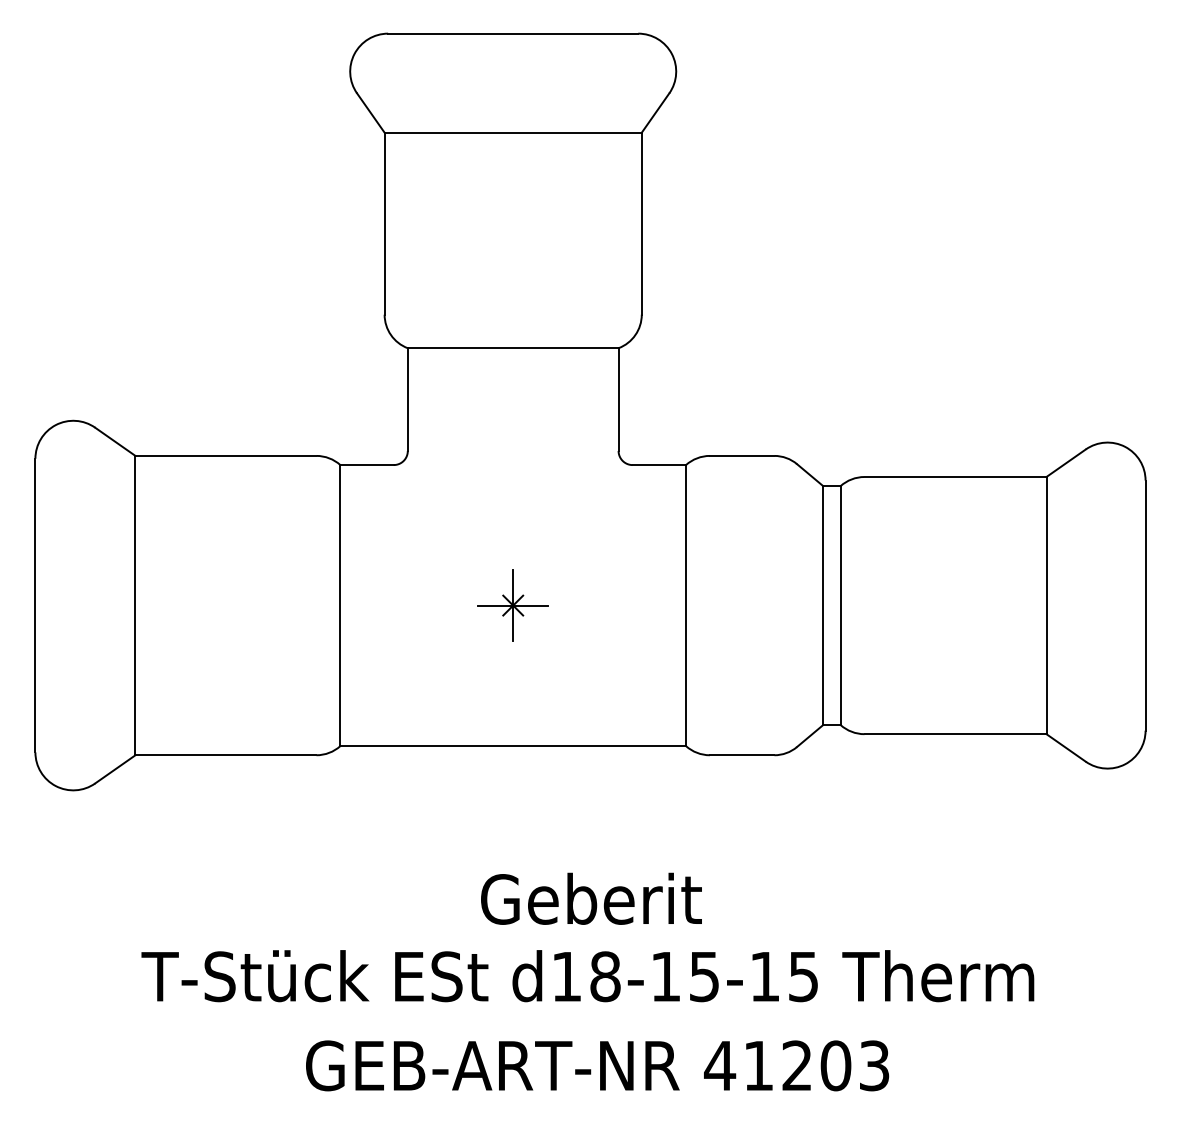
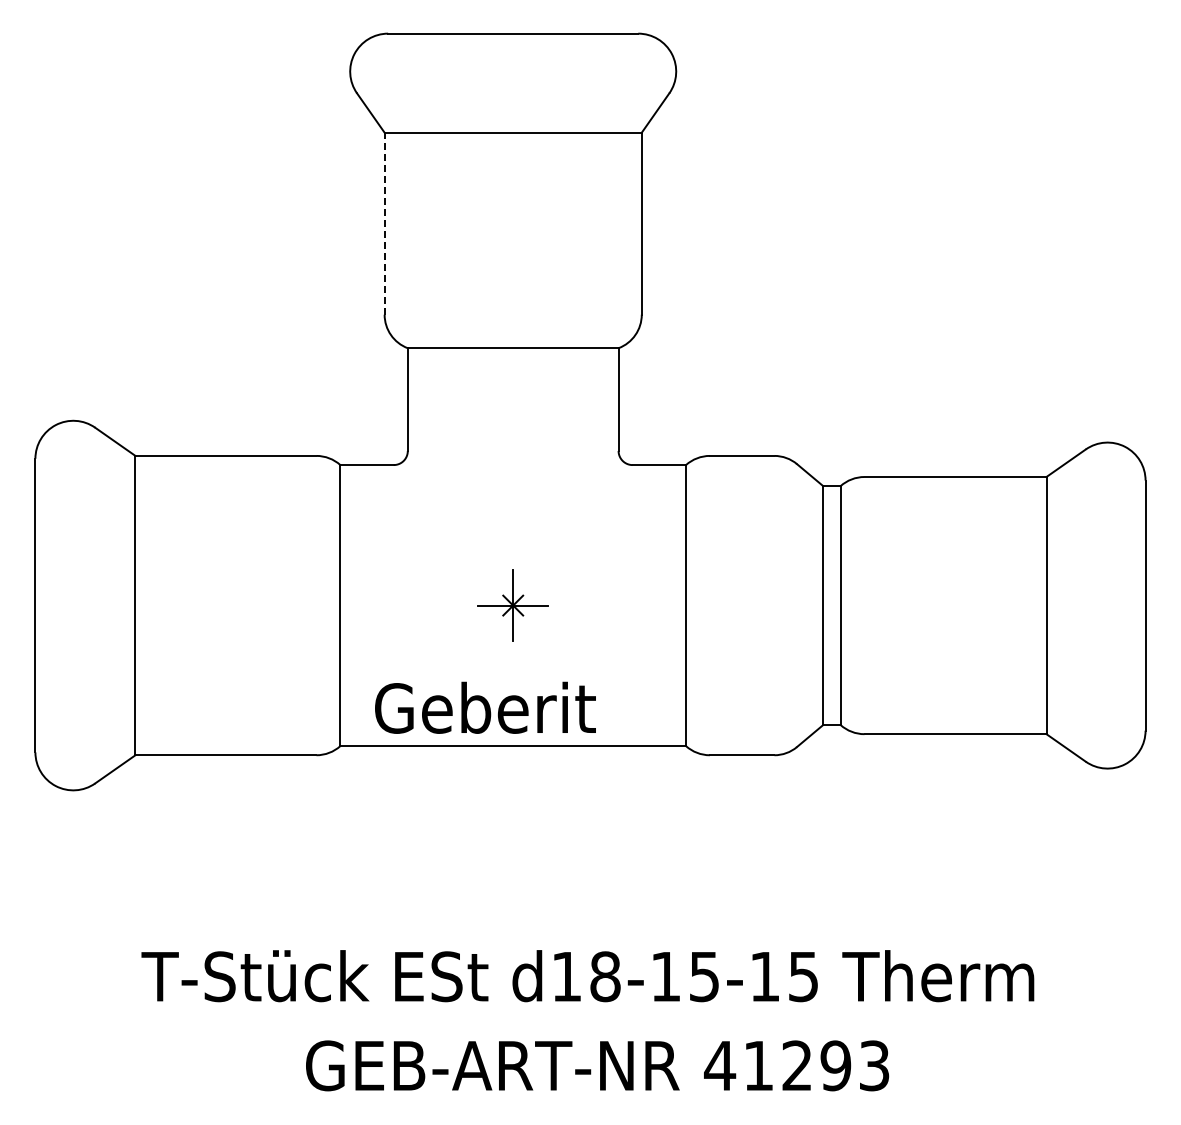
line at (384, 223): solid -> dashed
text at (591, 898) position: (591, 898) -> (485, 707)
text at (835, 1065): 41203 -> 41293
